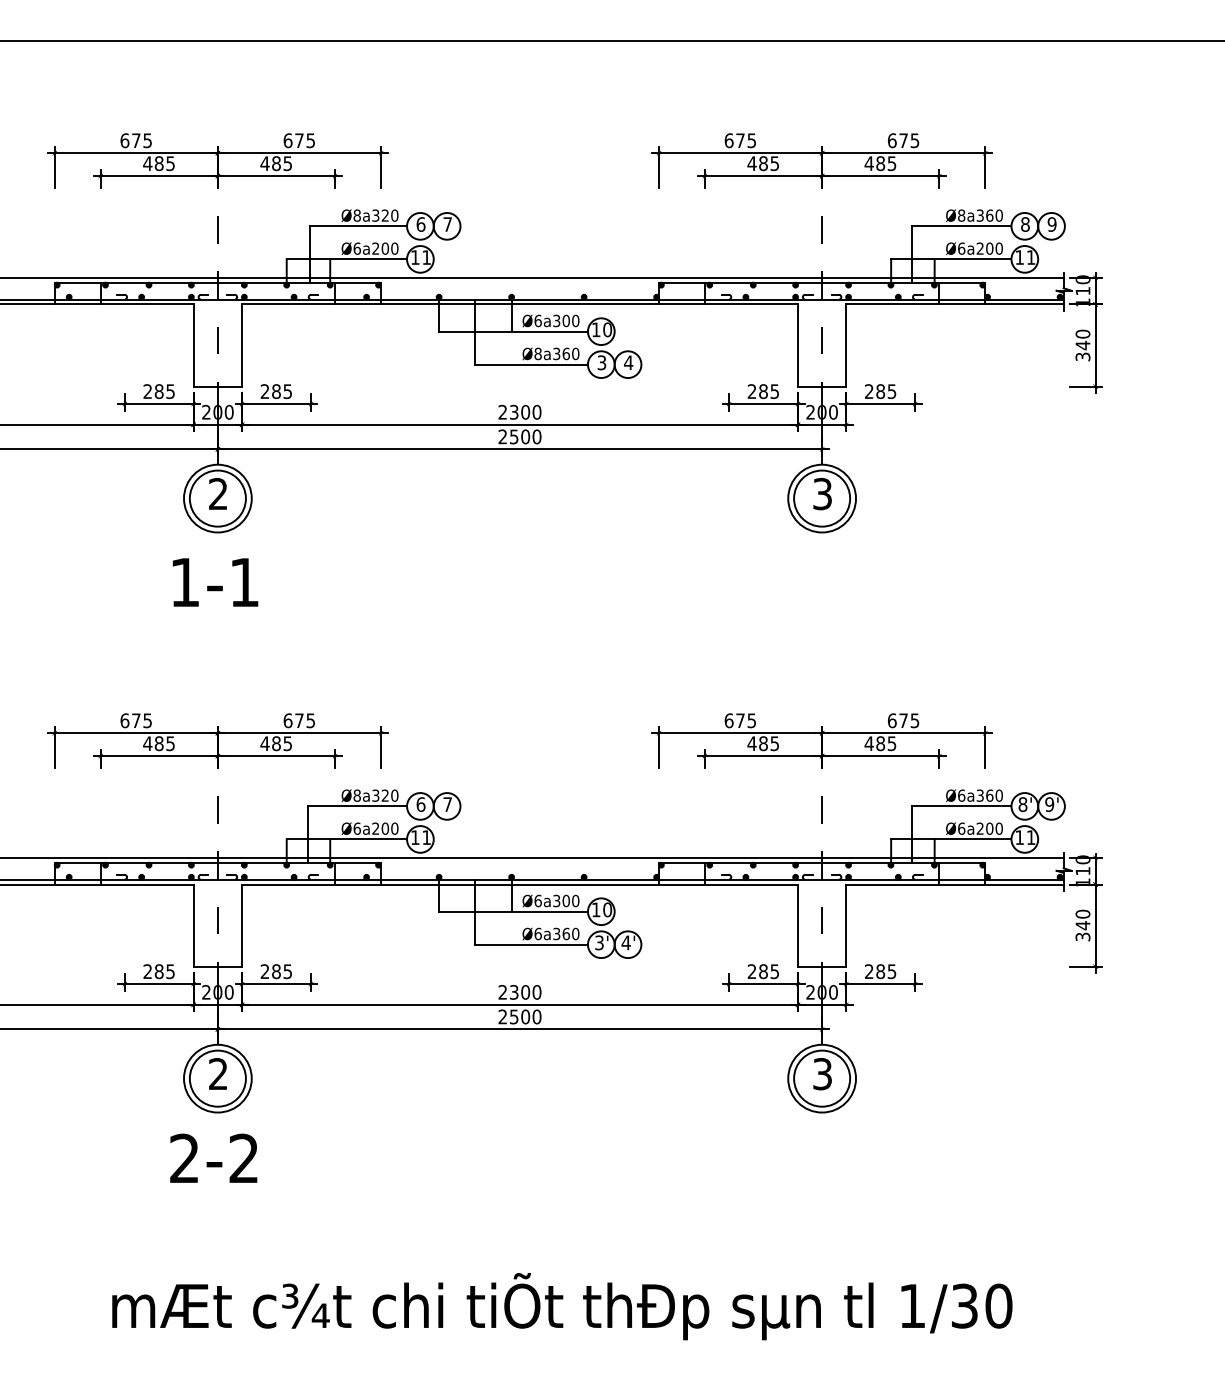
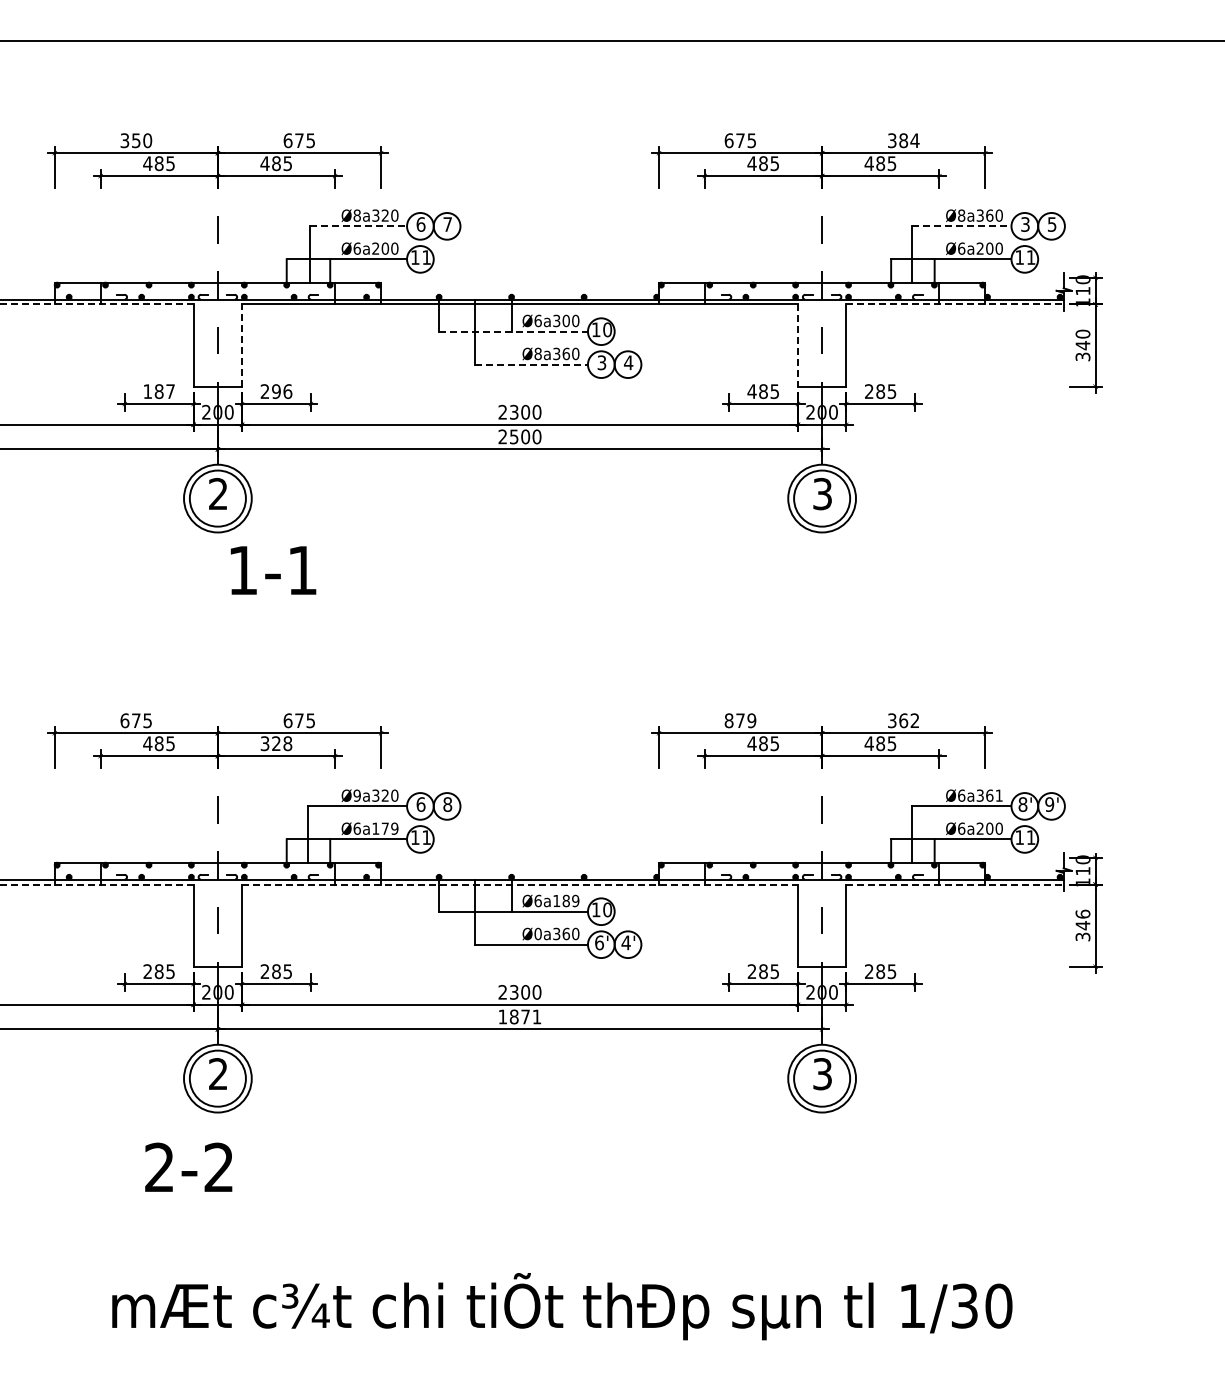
text at (136, 140): 675 -> 350
text at (903, 140): 675 -> 384
text at (1025, 224): 8 -> 3
text at (1051, 224): 9 -> 5
line at (358, 226): solid -> dashed
line at (961, 226): solid -> dashed
line at (532, 277): present -> none
line at (96, 304): solid -> dashed
line at (954, 304): solid -> dashed
line at (514, 331): solid -> dashed
line at (242, 345): solid -> dashed
line at (797, 346): solid -> dashed
line at (532, 364): solid -> dashed
text at (158, 391): 285 -> 187
text at (282, 391): 285 -> 296
text at (751, 391): 285 -> 485
text at (215, 582) position: (215, 582) -> (273, 570)
text at (740, 720): 675 -> 879
text at (903, 720): 675 -> 362
text at (276, 743): 485 -> 328
text at (356, 795): Ø8a320 -> Ø9a320
text at (998, 795): Ø6a360 -> Ø6a361
text at (447, 804): 7 -> 8
text at (385, 828): Ø6a200 -> Ø6a179
line at (532, 857): present -> none
line at (96, 884): solid -> dashed
line at (520, 884): solid -> dashed
line at (954, 884): solid -> dashed
text at (566, 900): Ø6a300 -> Ø6a189
text at (1082, 913): 340 -> 346
text at (537, 933): Ø6a360 -> Ø0a360
text at (599, 942): 3' -> 6'
text at (519, 1016): 2500 -> 1871
text at (213, 1157) position: (213, 1157) -> (188, 1166)
